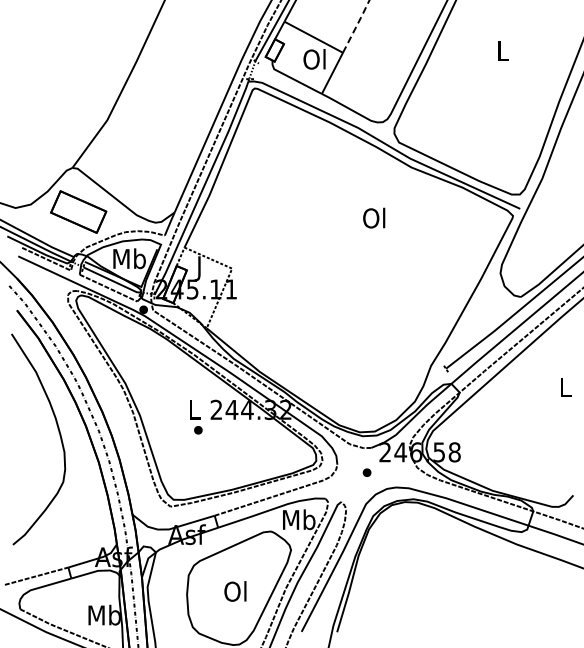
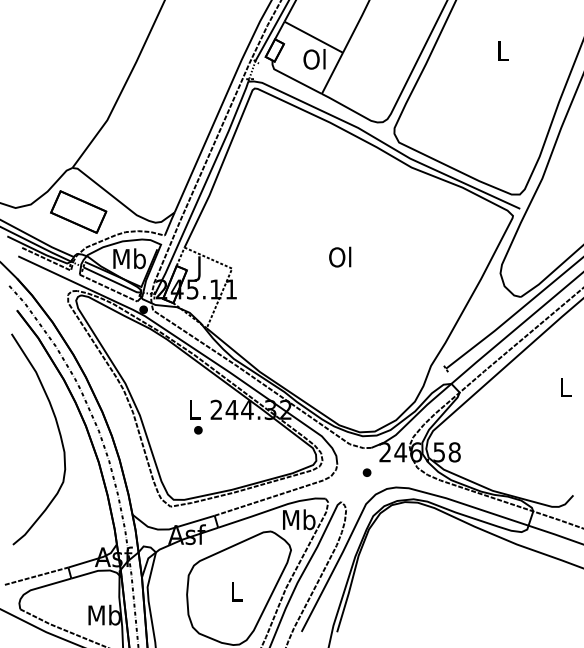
line at (356, 26): dashed -> solid
text at (374, 217) position: (374, 217) -> (340, 256)
text at (235, 591): Ol -> L
